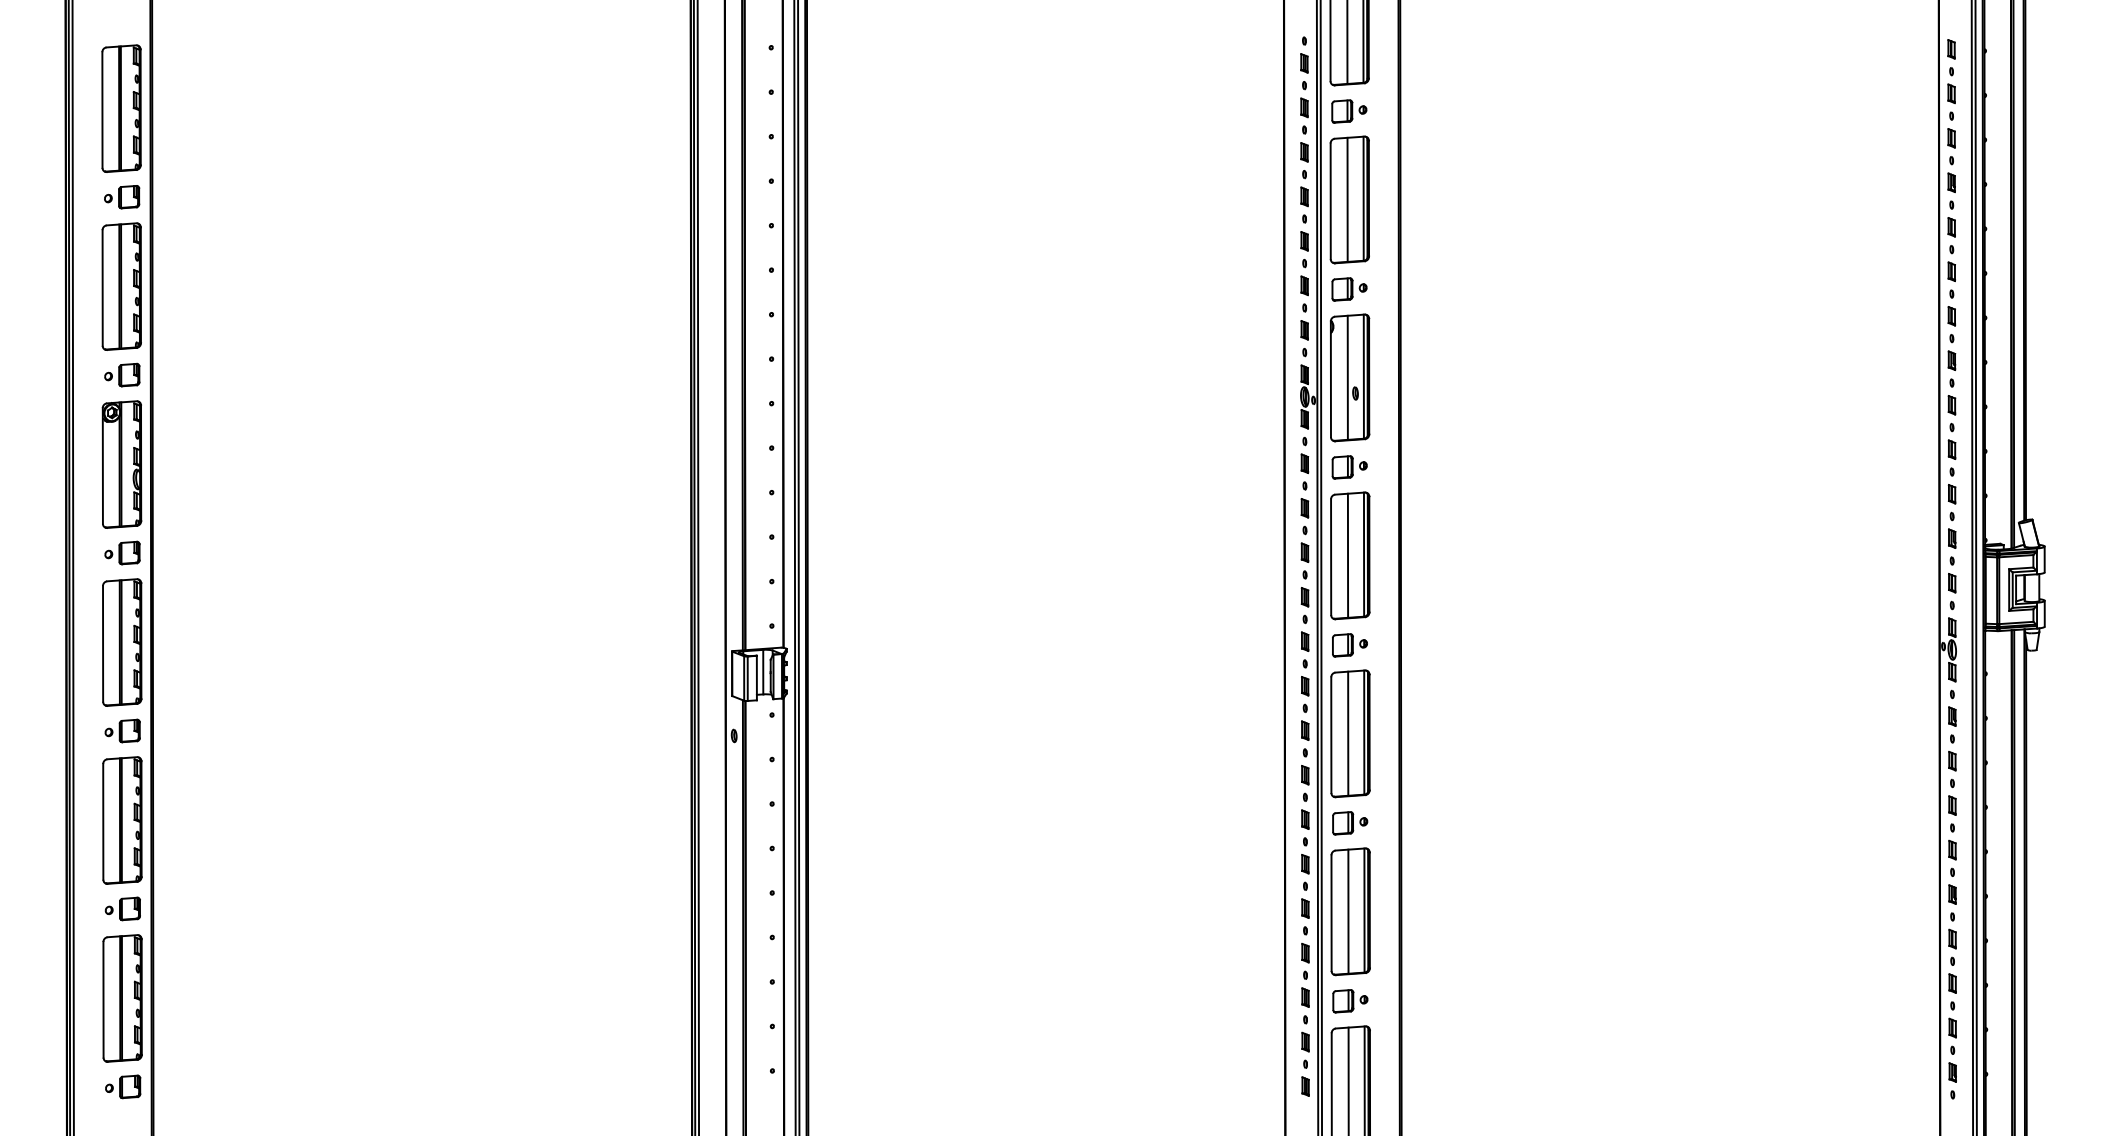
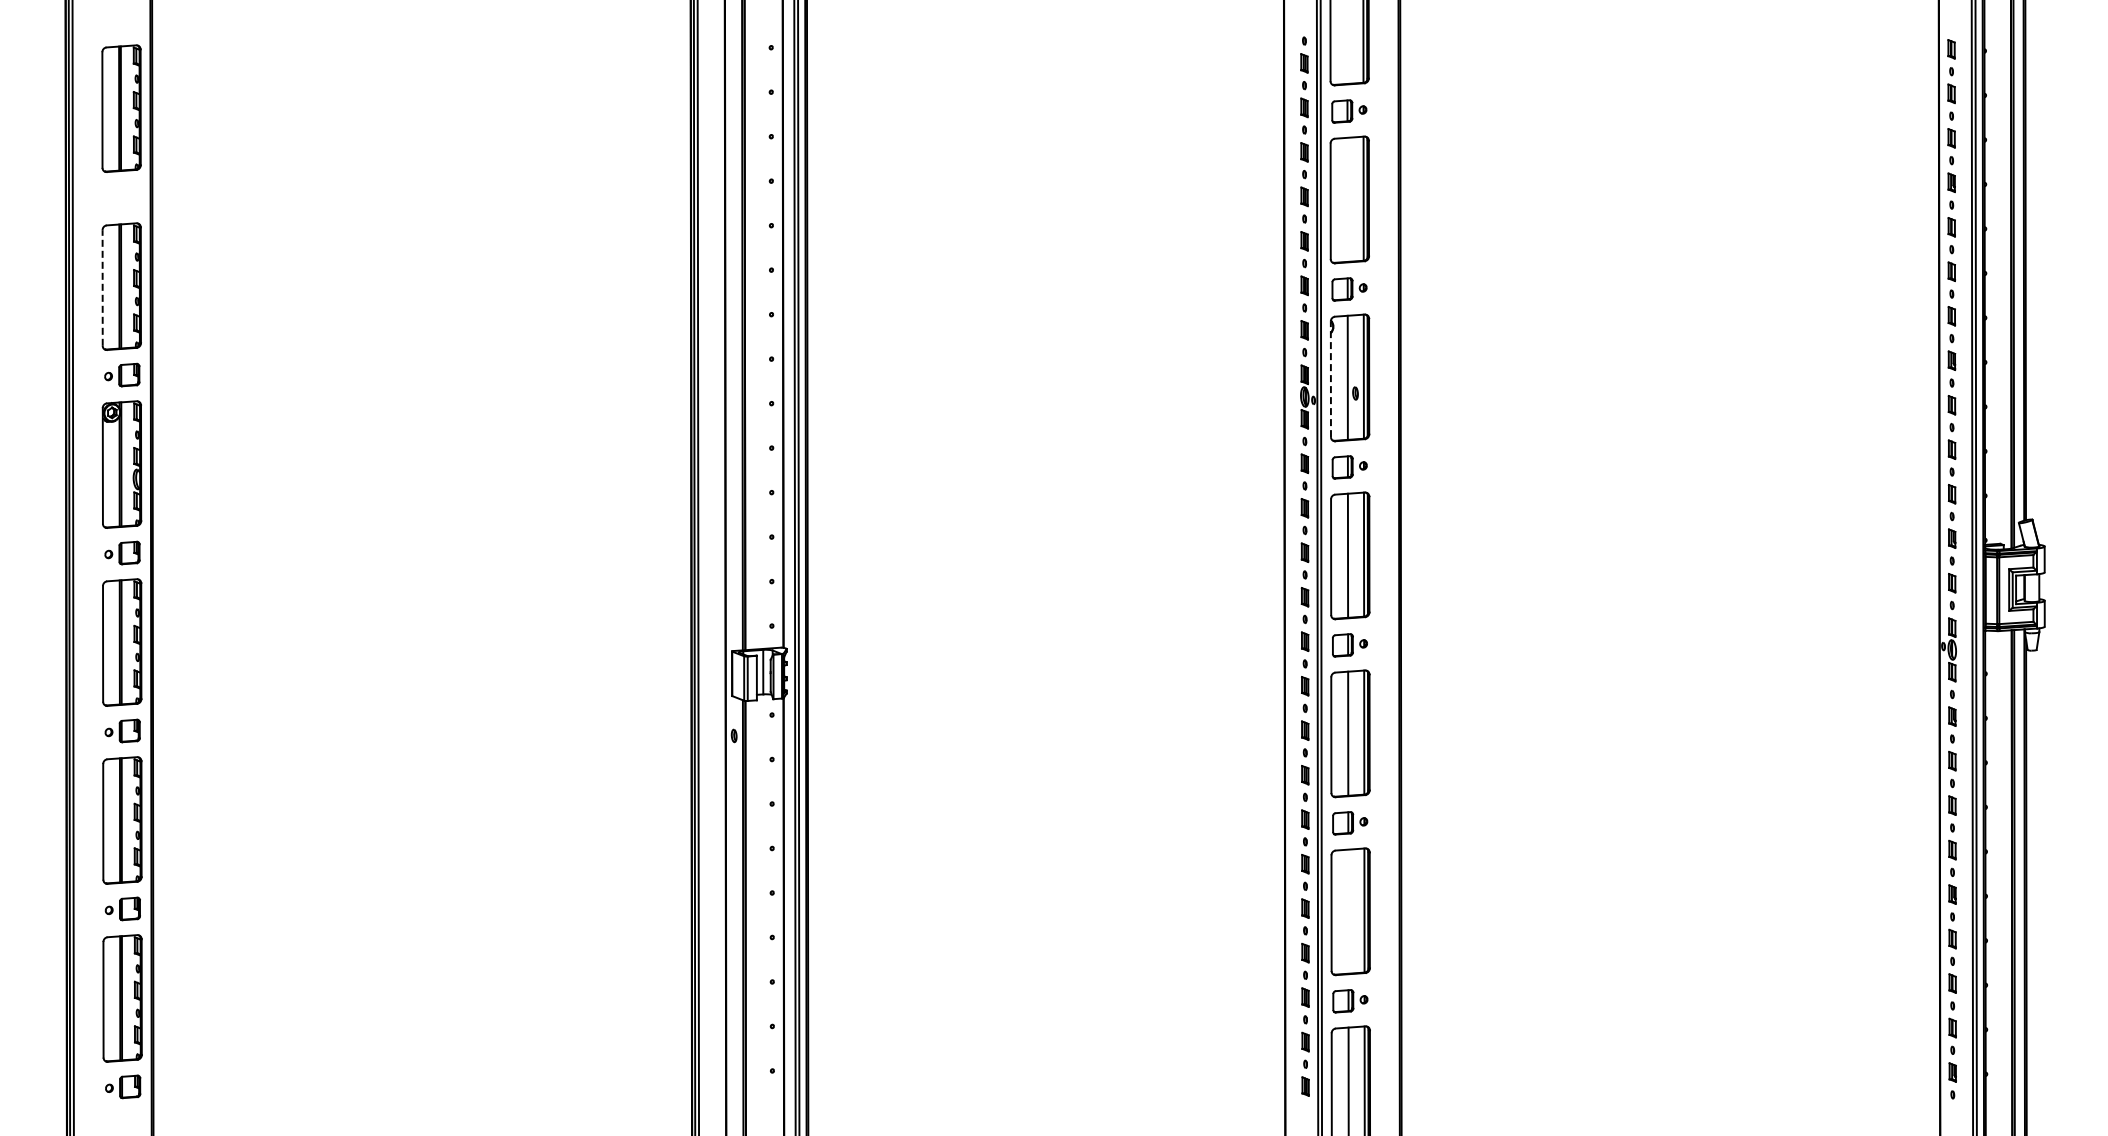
line at (1347, 42): present -> none
part at (122, 197): present -> none
line at (1347, 199): present -> none
line at (102, 288): solid -> dashed
line at (1330, 379): solid -> dashed
line at (1348, 911): present -> none
